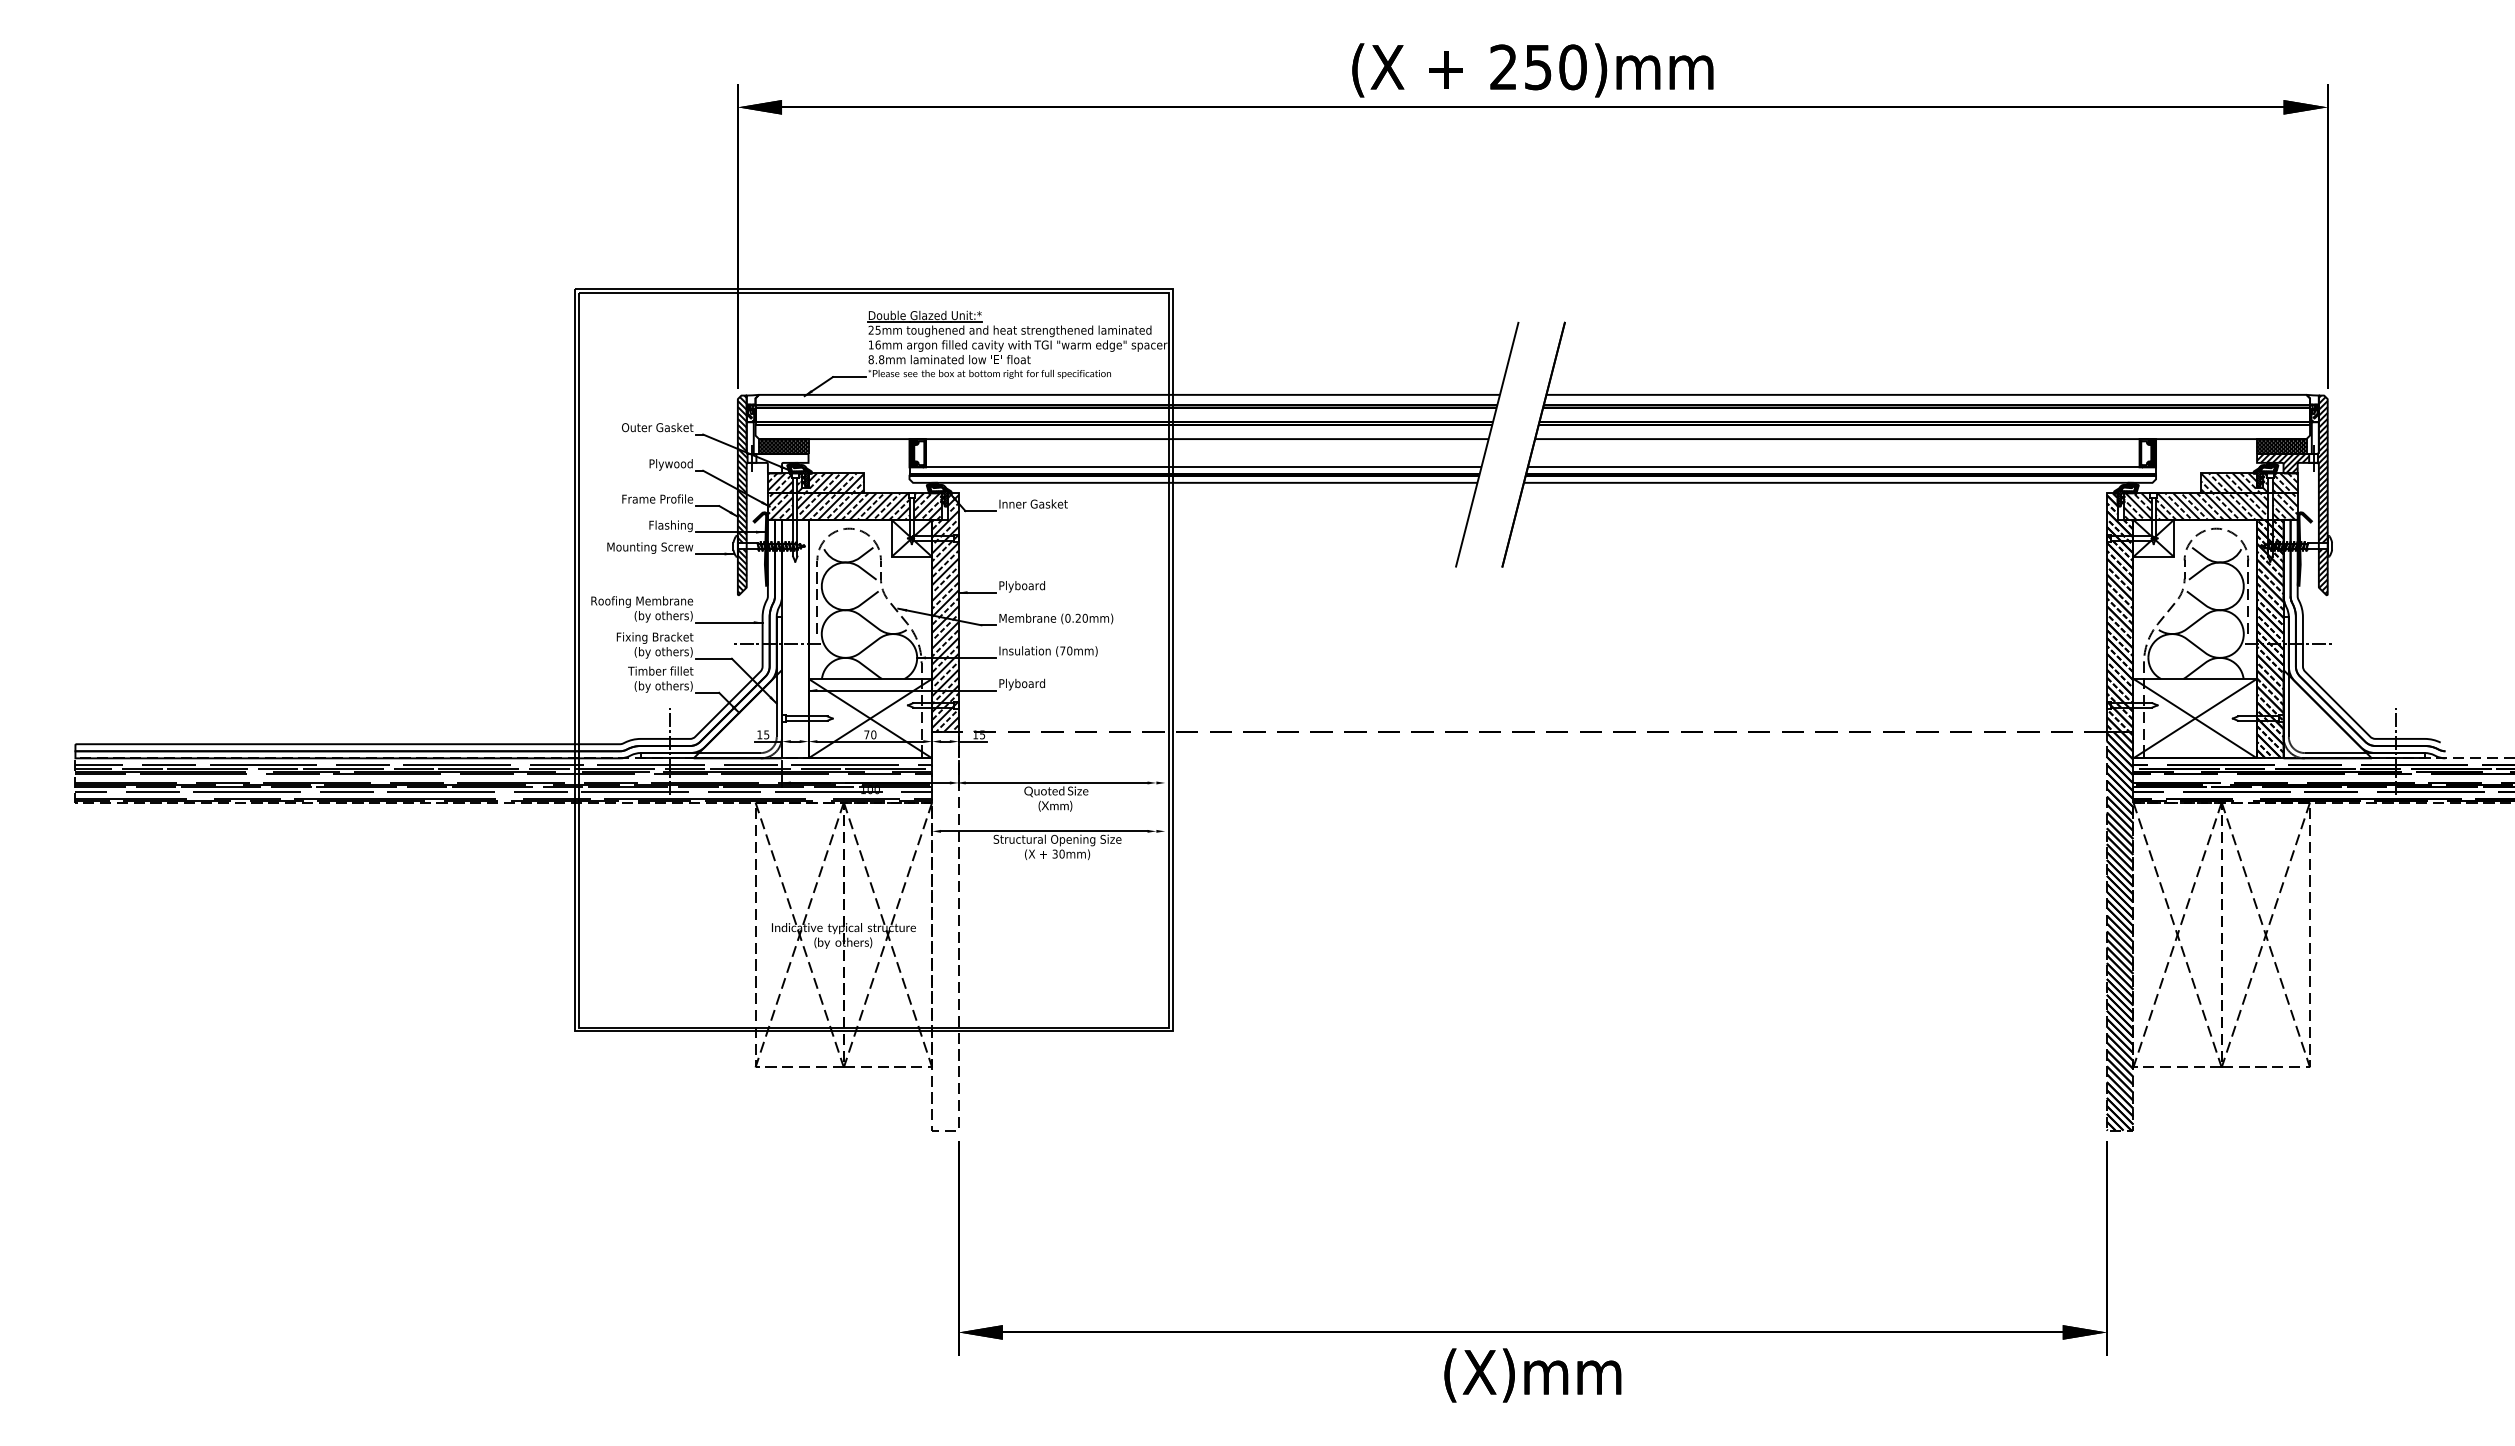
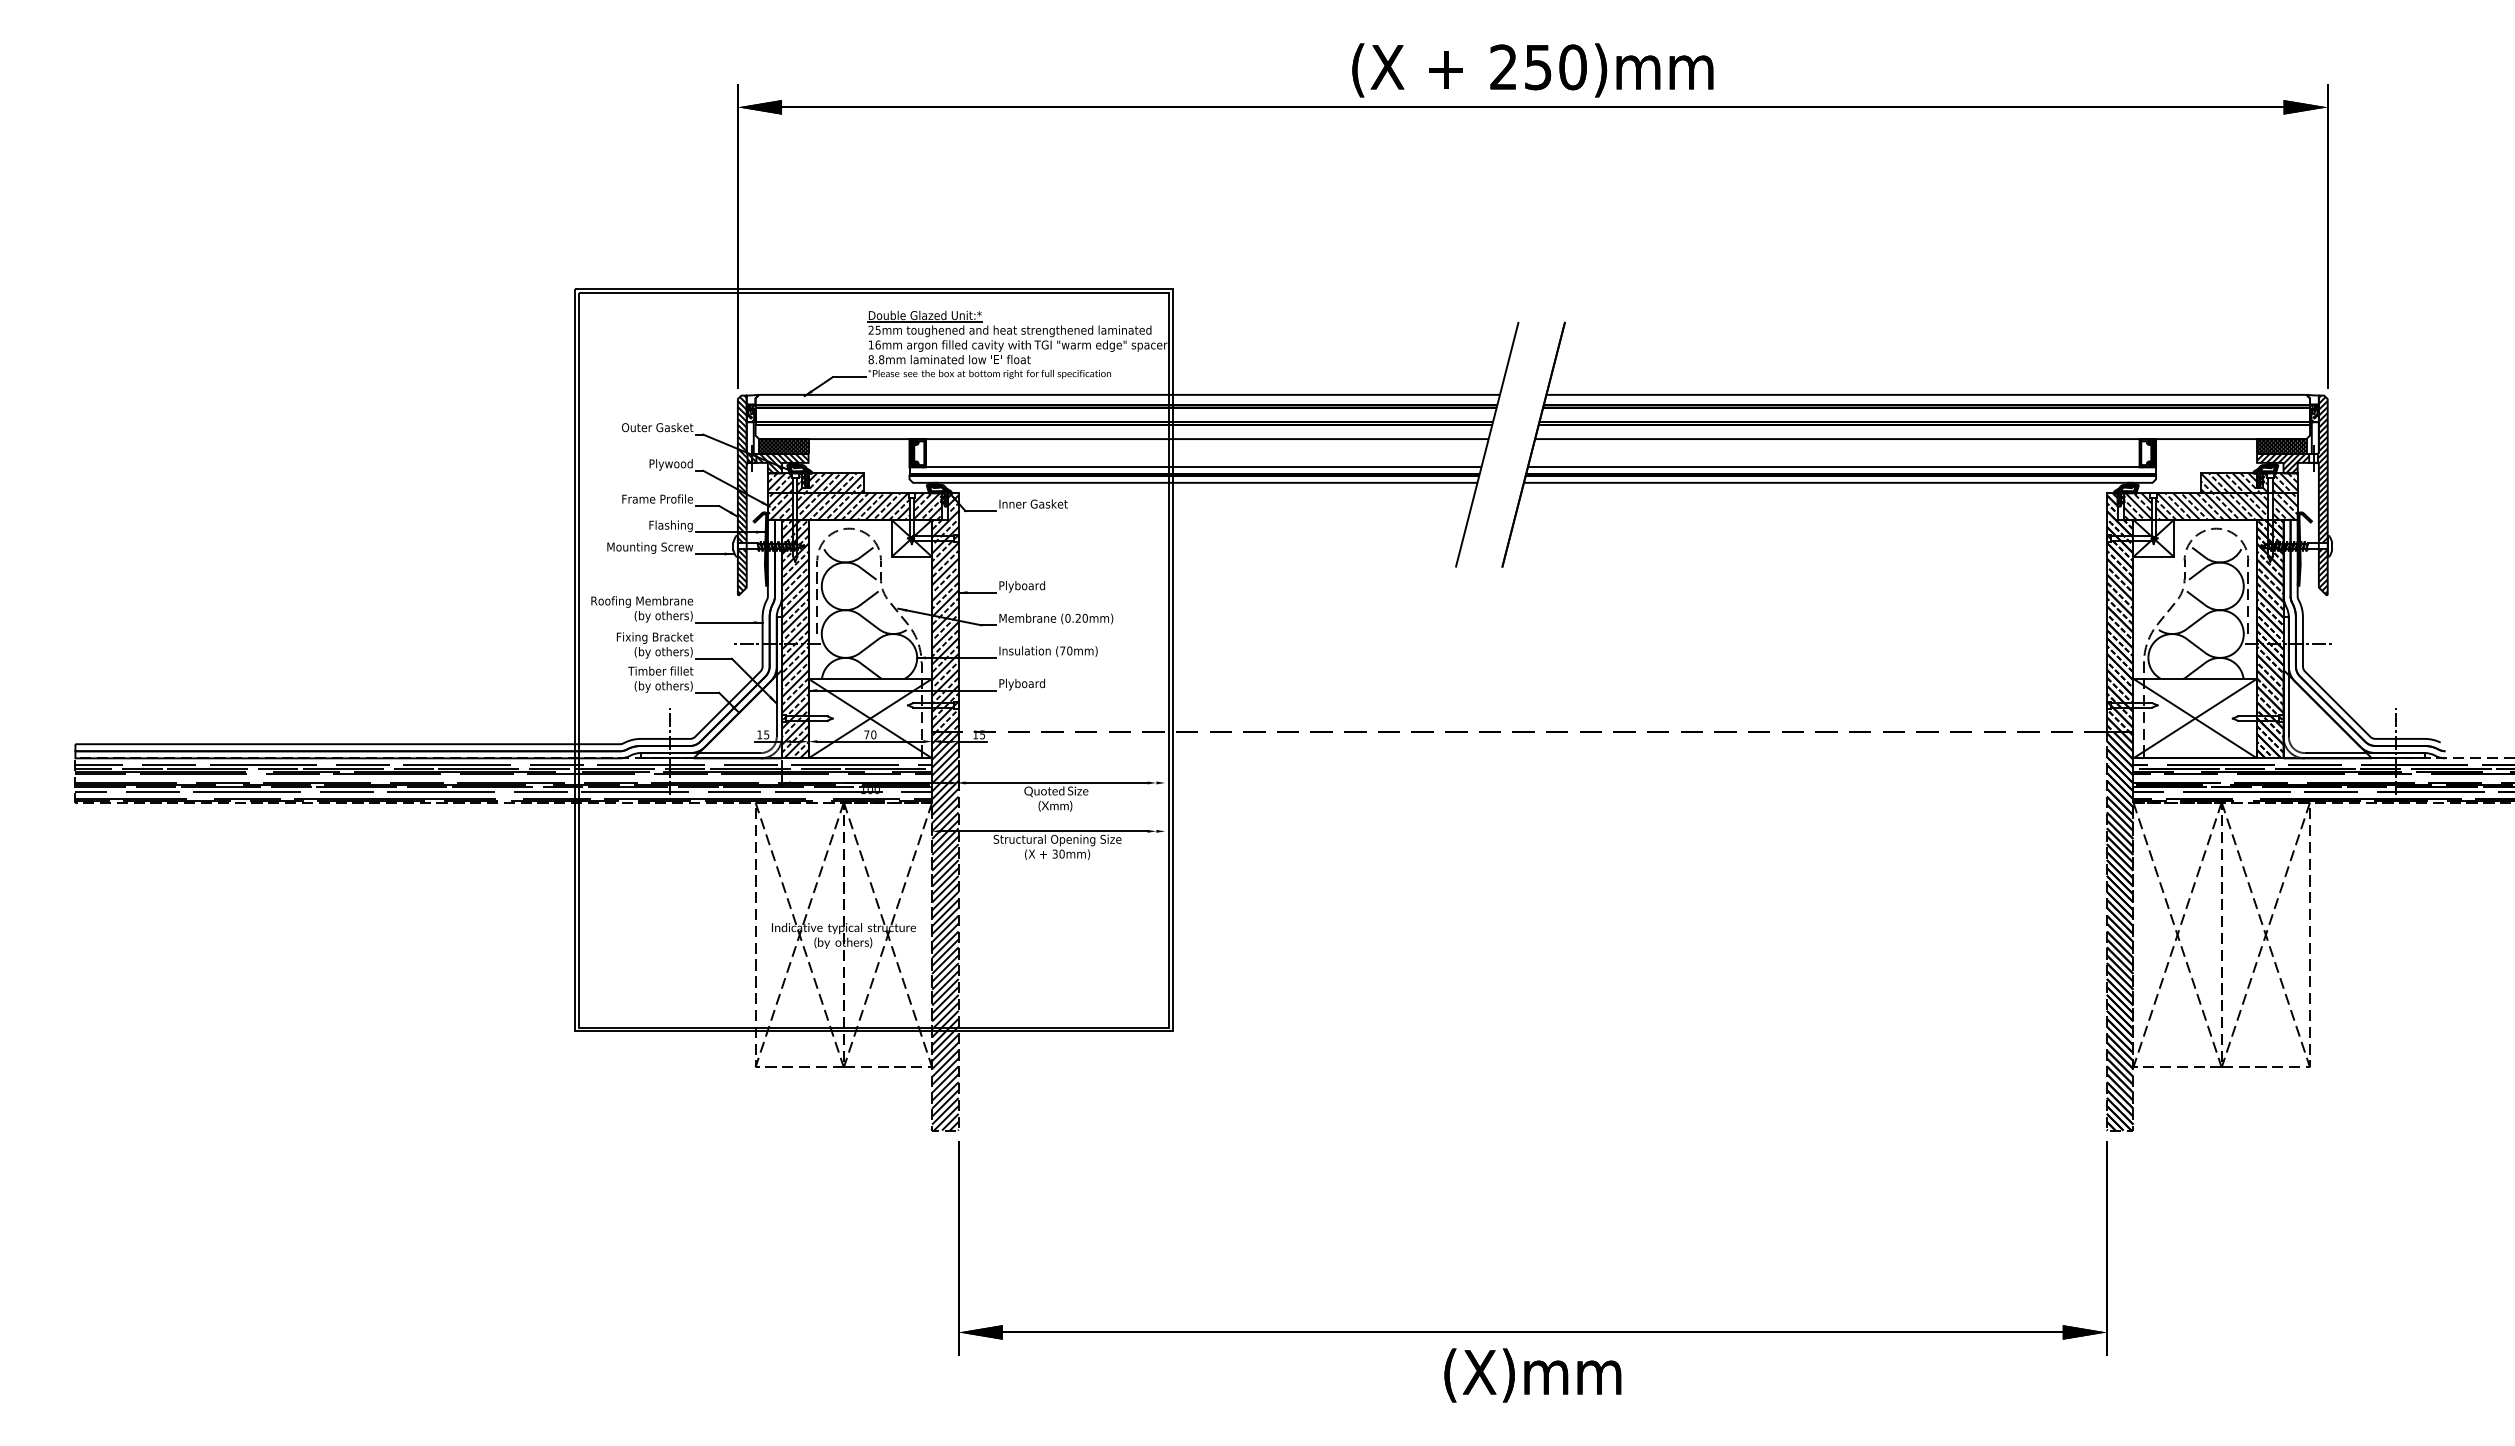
hatch at (777, 435): none -> present
hatch at (795, 638): none -> present
hatch at (945, 930): none -> present
